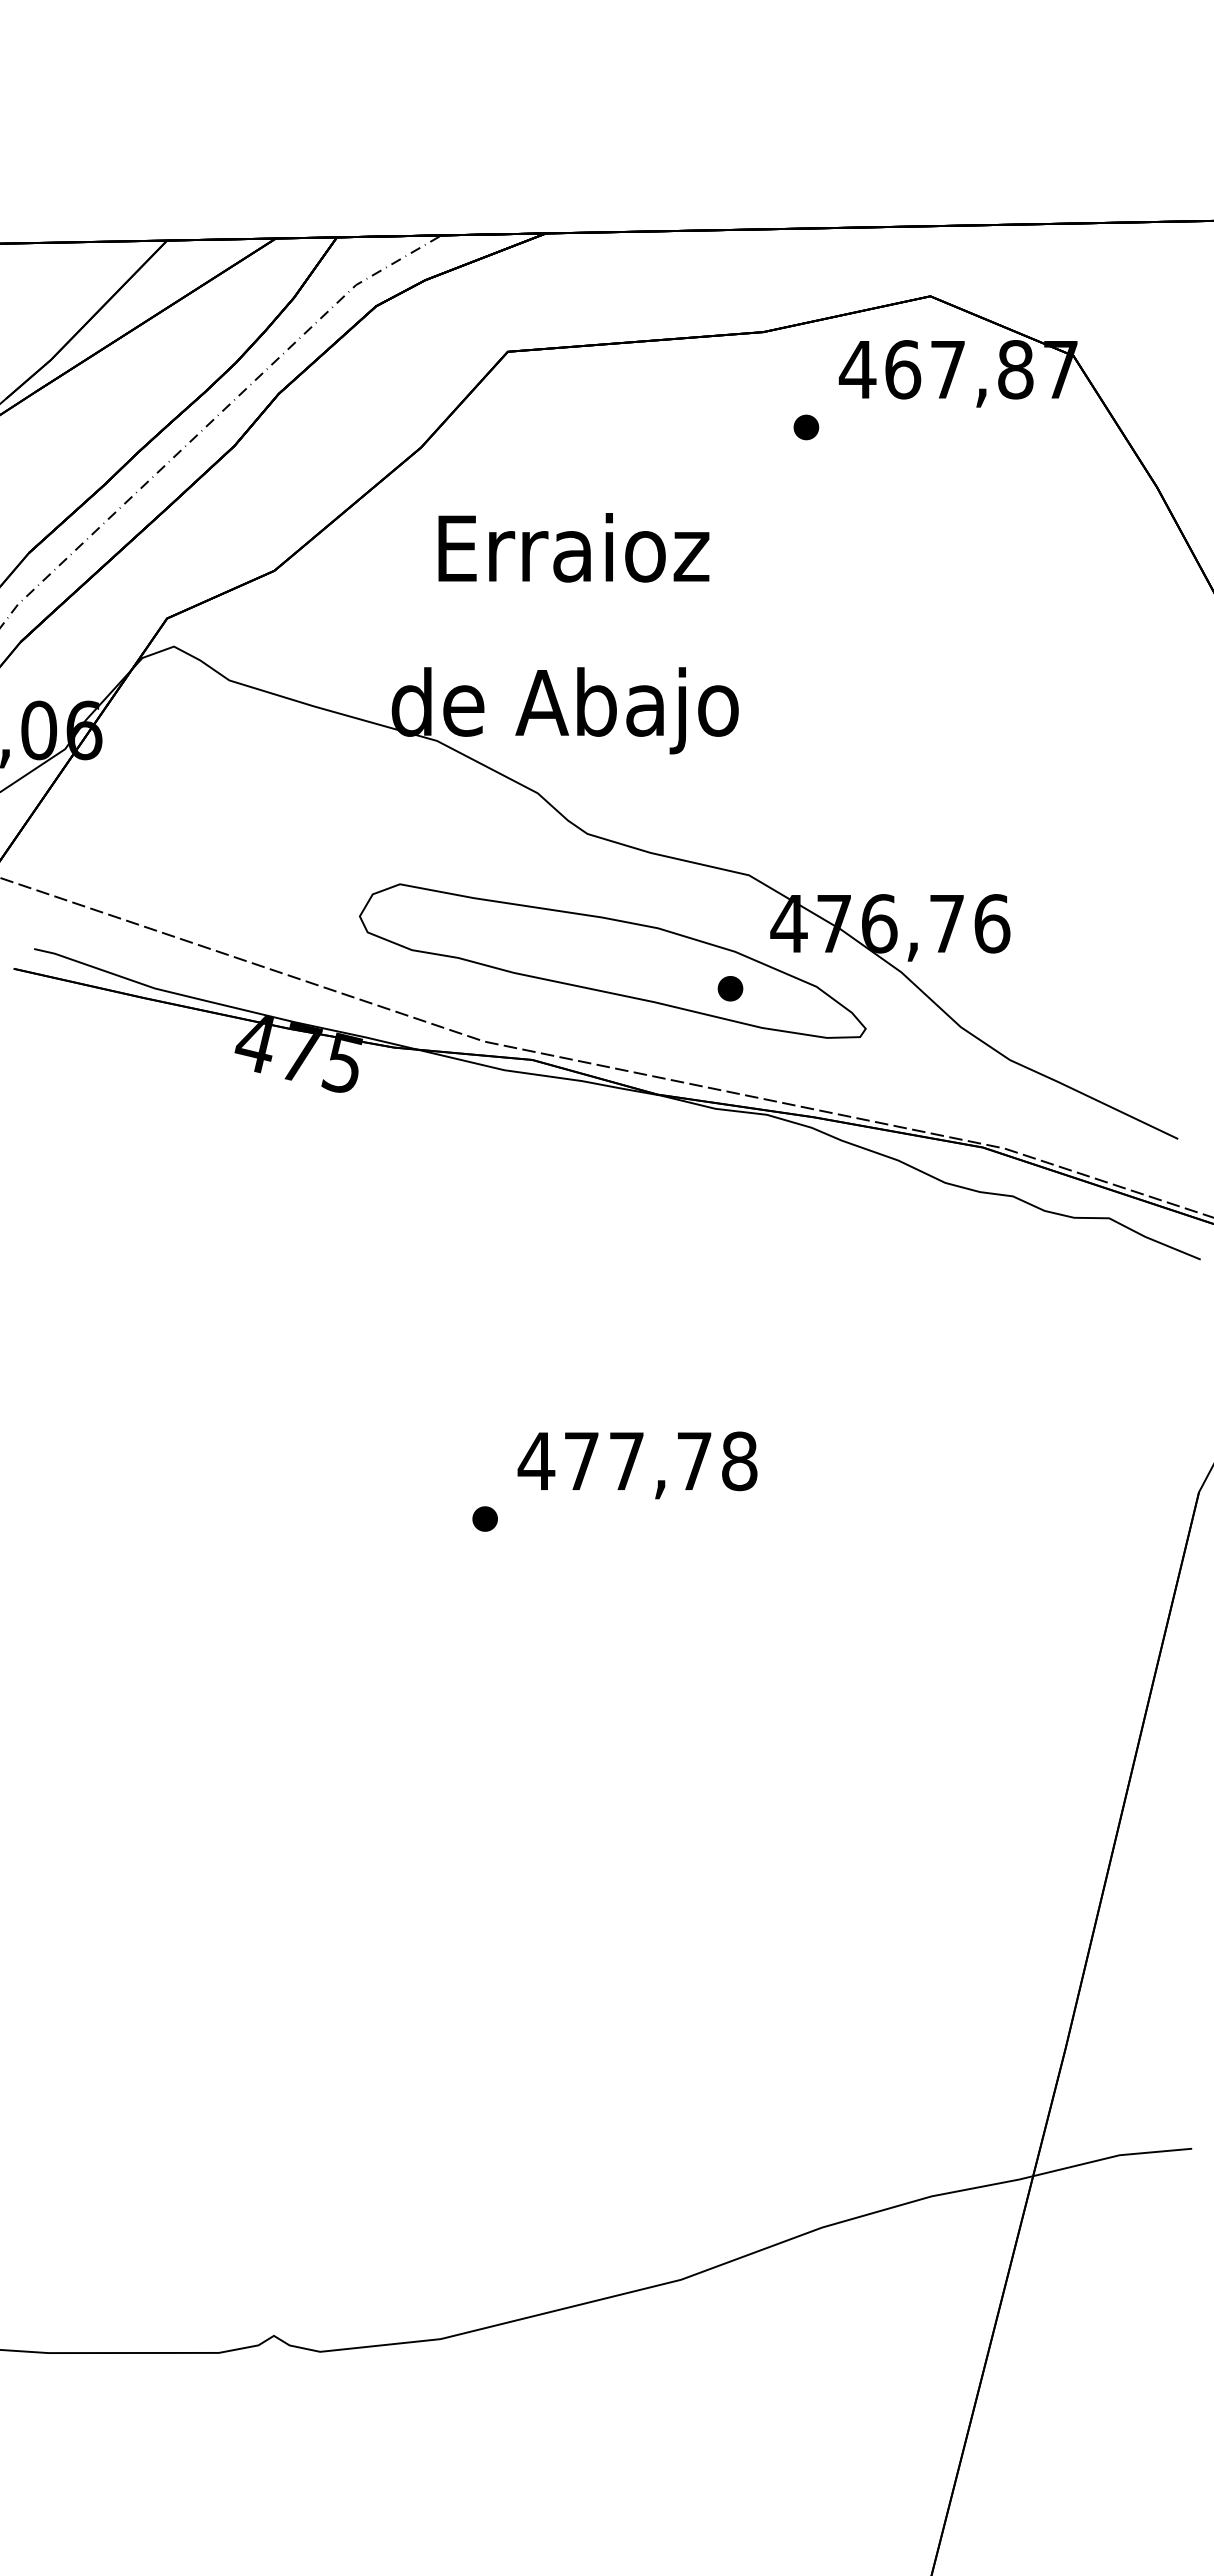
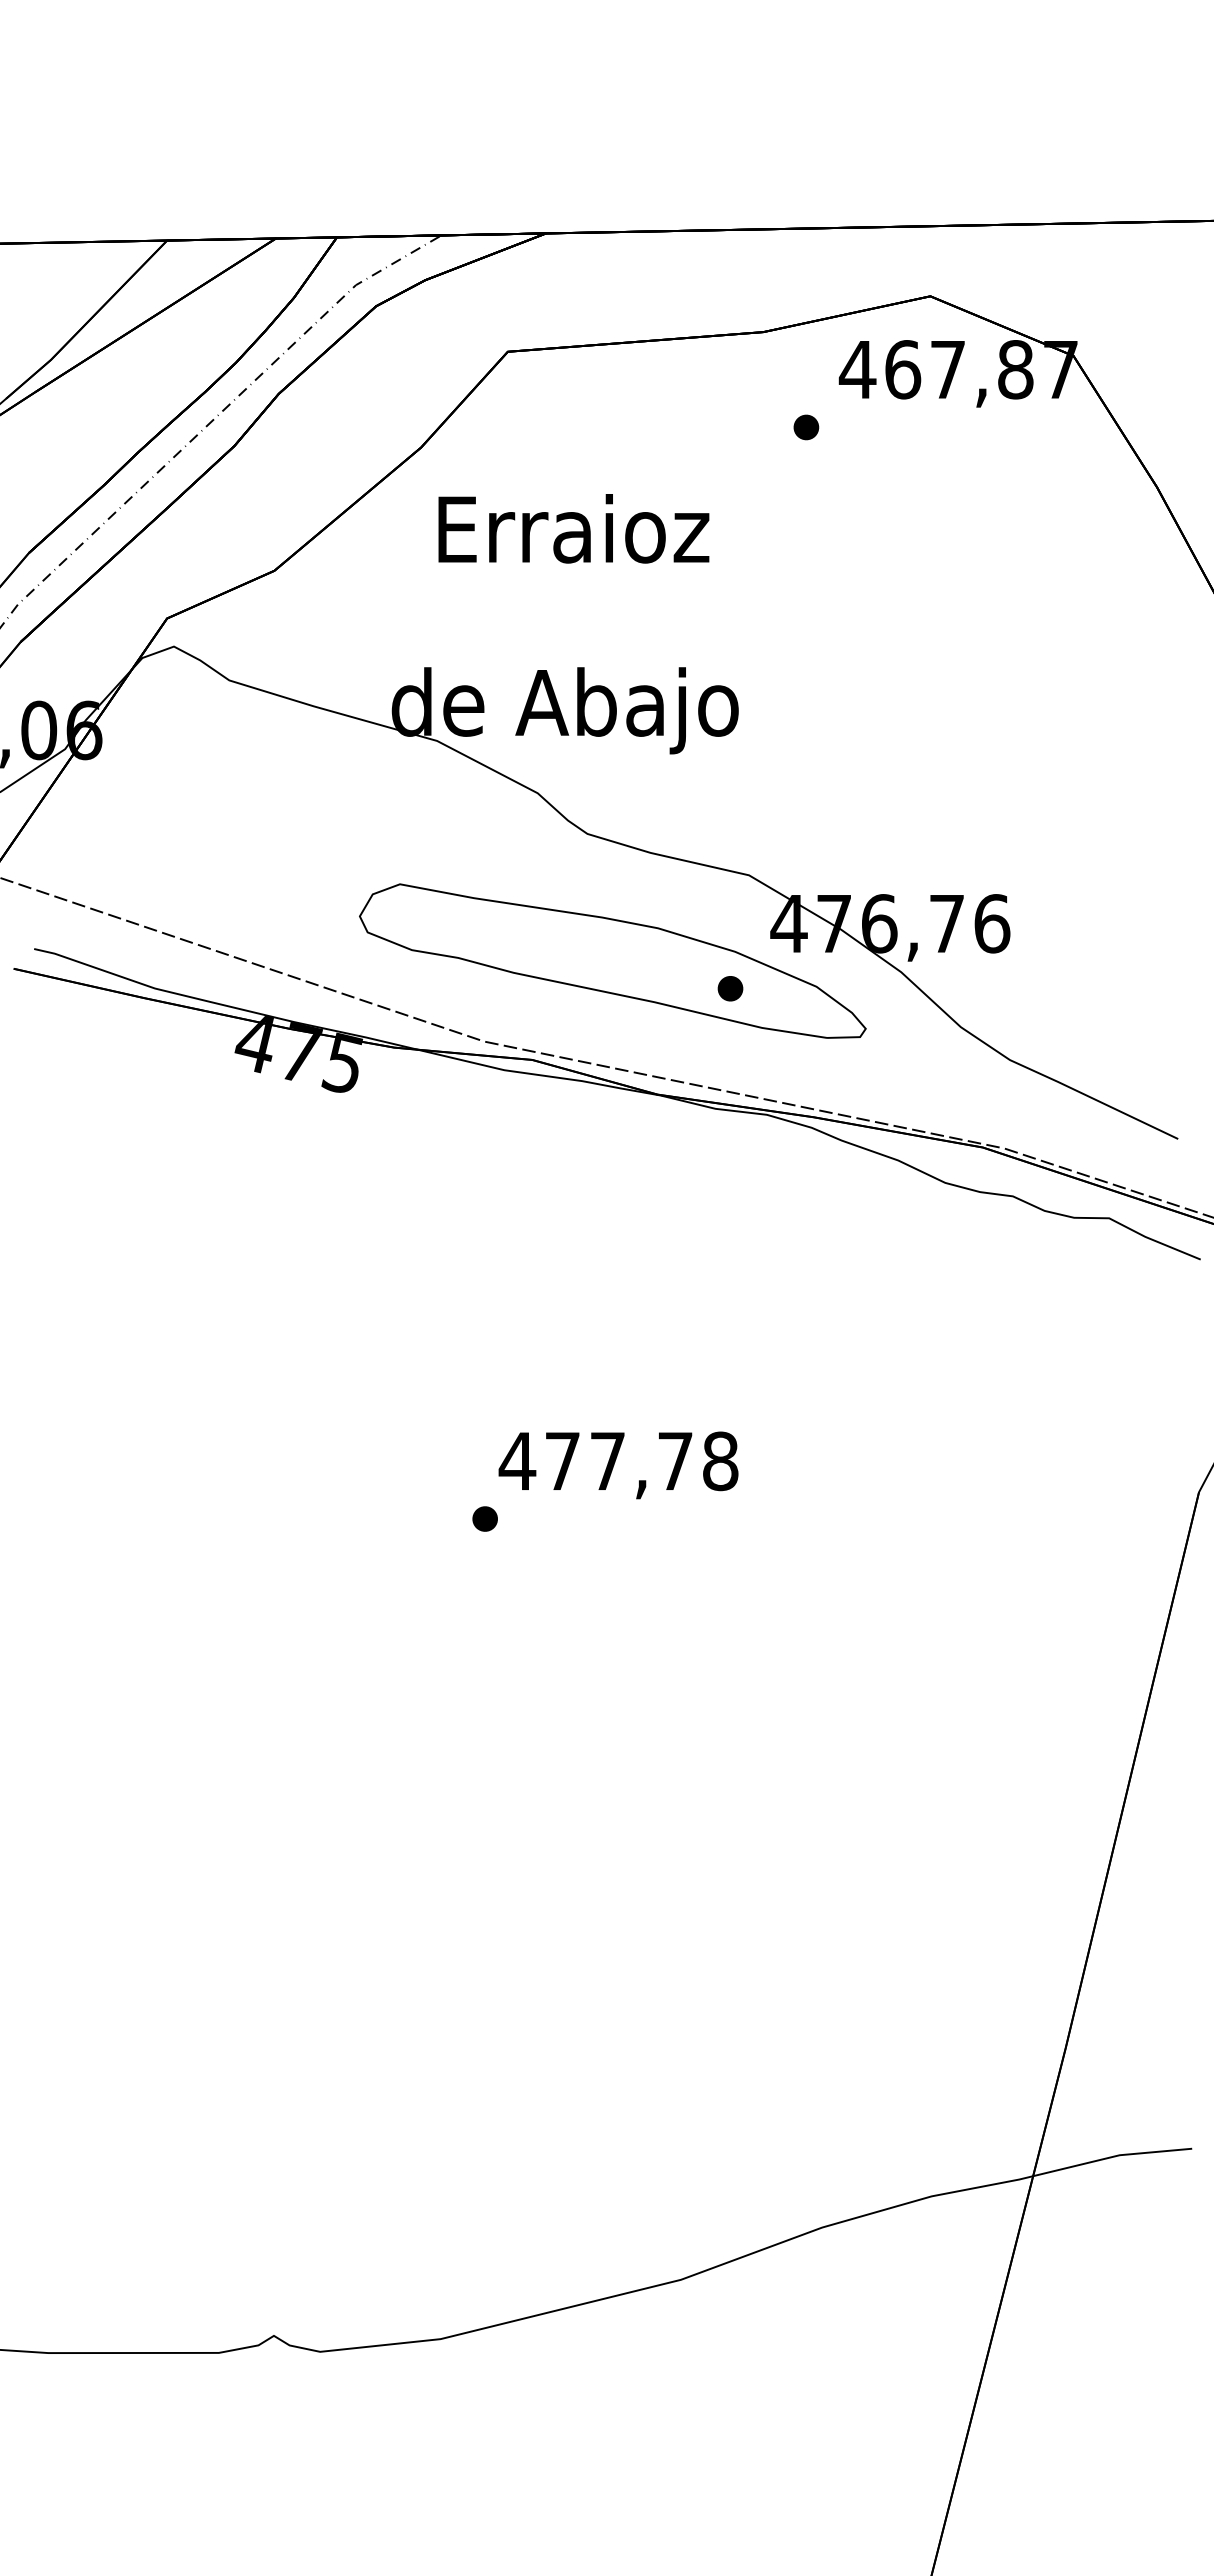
text at (573, 547) position: (573, 547) -> (573, 528)
text at (637, 1465) position: (637, 1465) -> (618, 1465)
